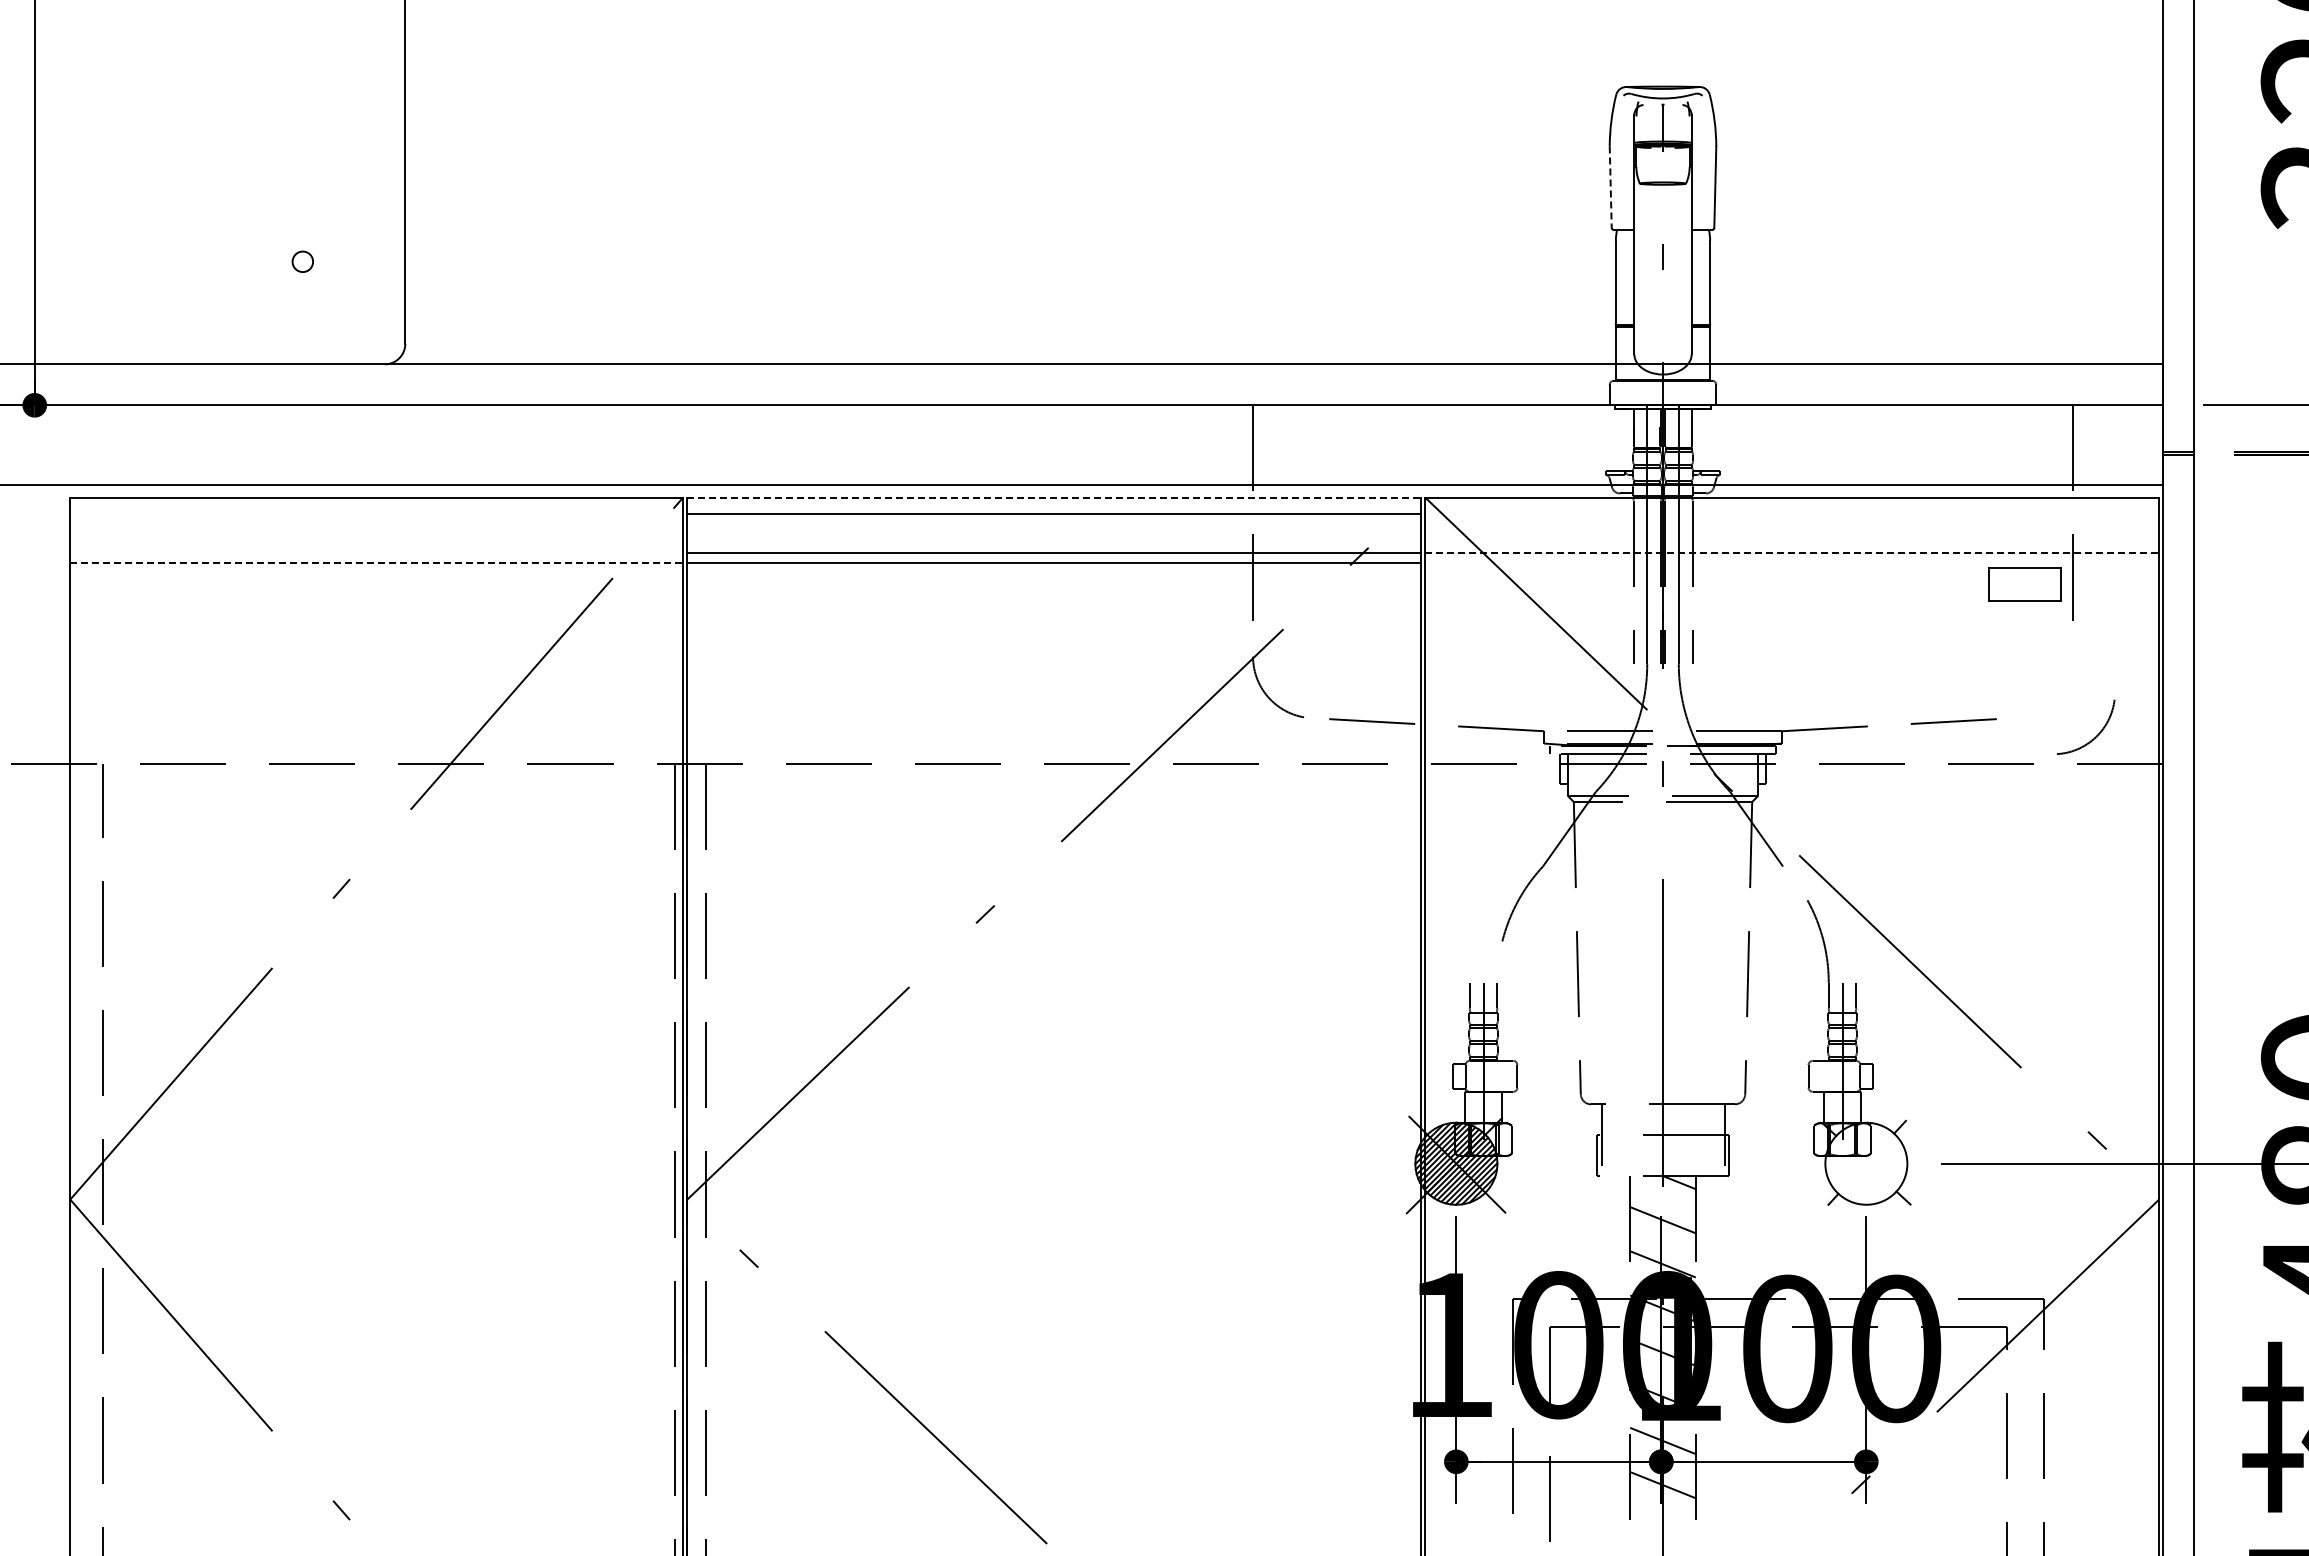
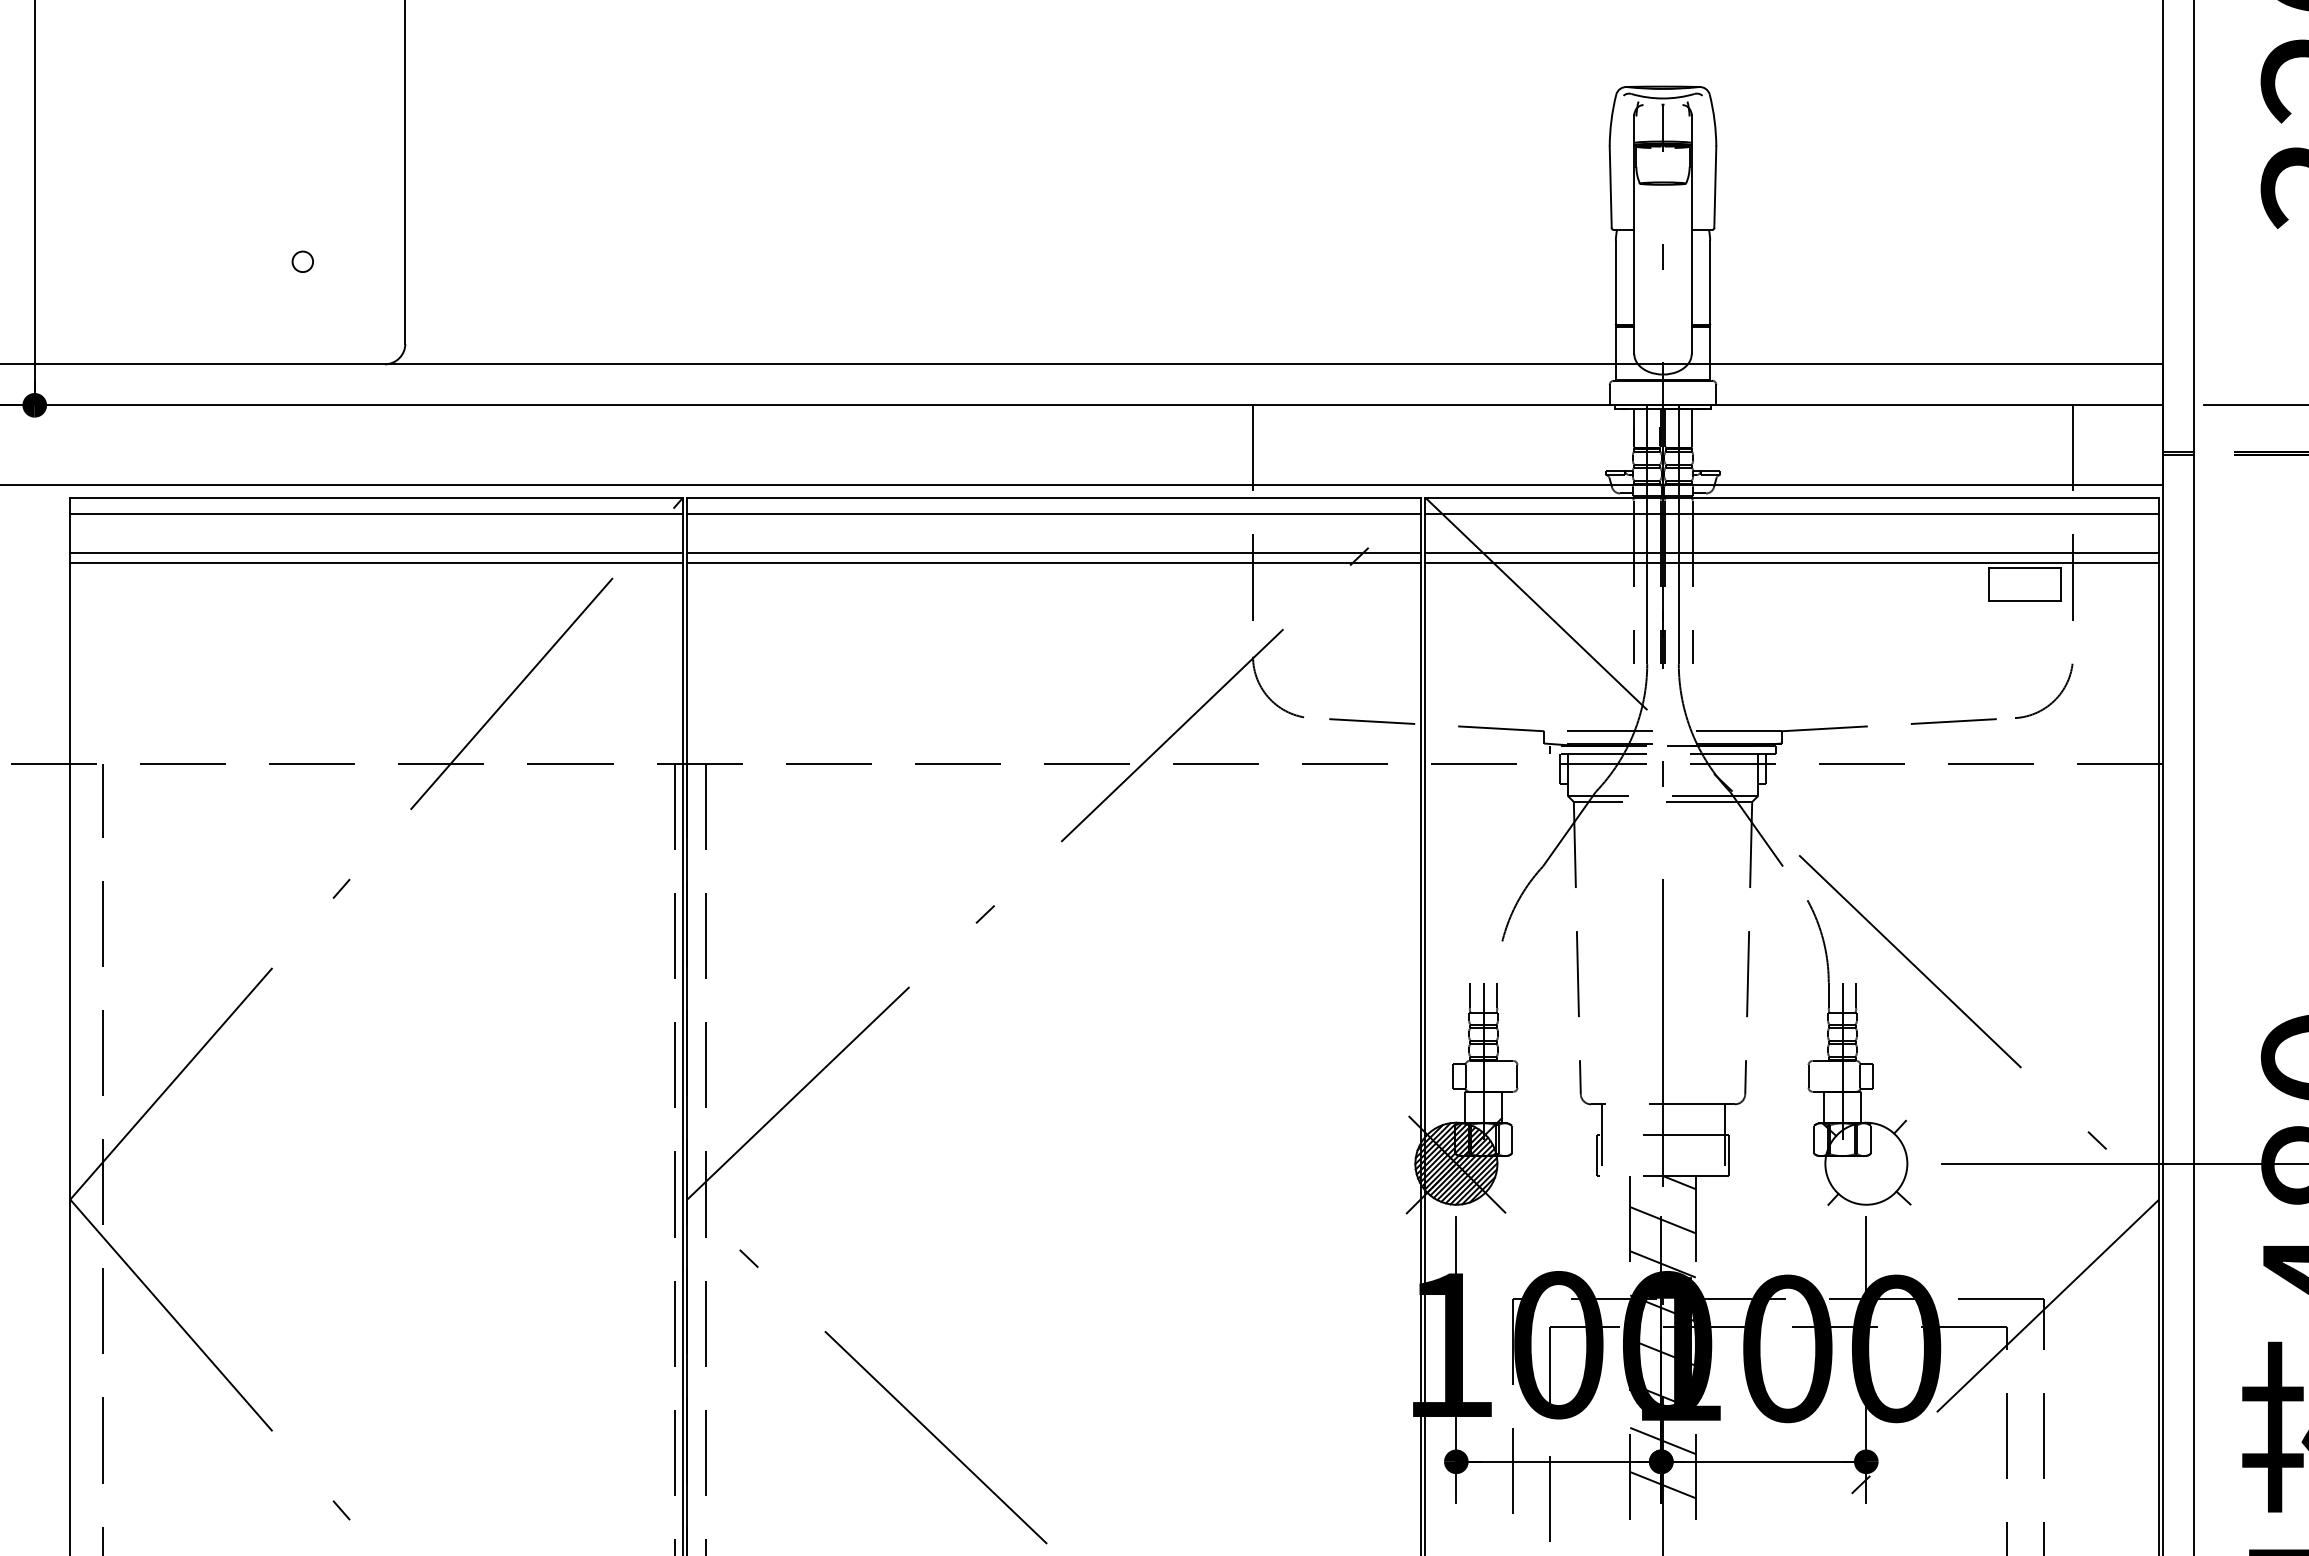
line at (1610, 187): dashed -> solid
line at (1054, 497): dashed -> solid
line at (376, 513): none -> present
line at (1792, 513): none -> present
line at (376, 552): none -> present
line at (1792, 552): dashed -> solid
line at (377, 563): dashed -> solid
line at (1792, 563): none -> present
arc at (2096, 735) position: (2096, 735) -> (2054, 699)
